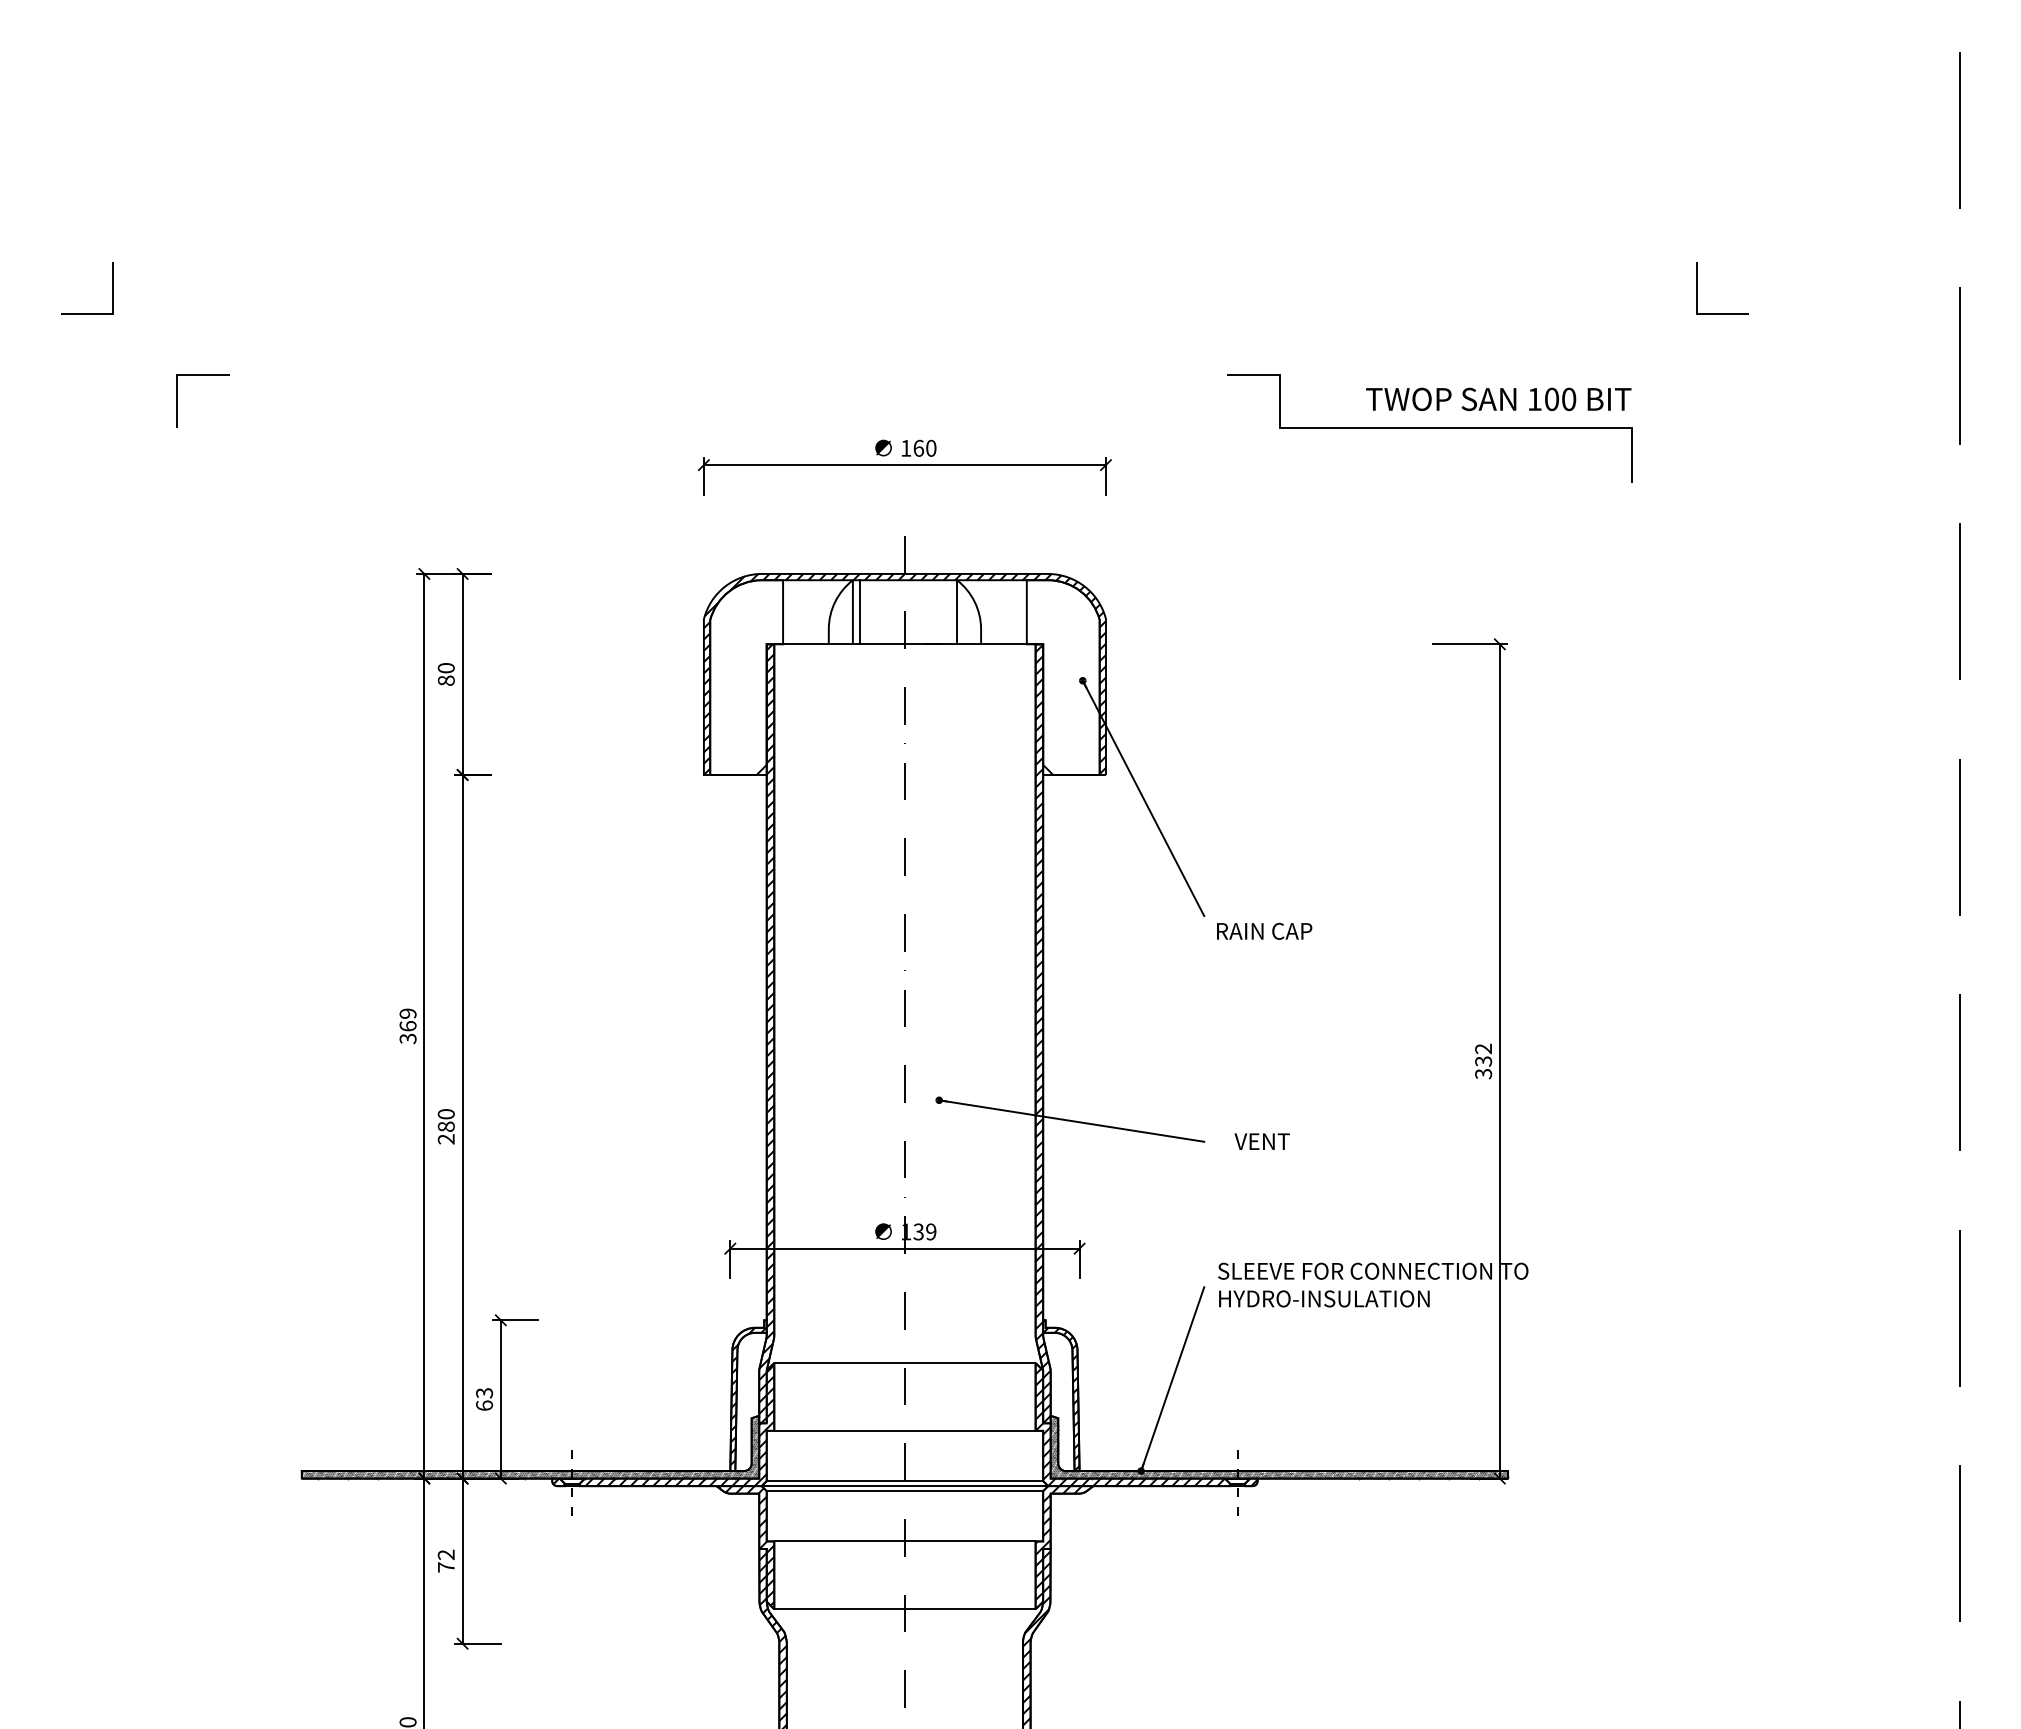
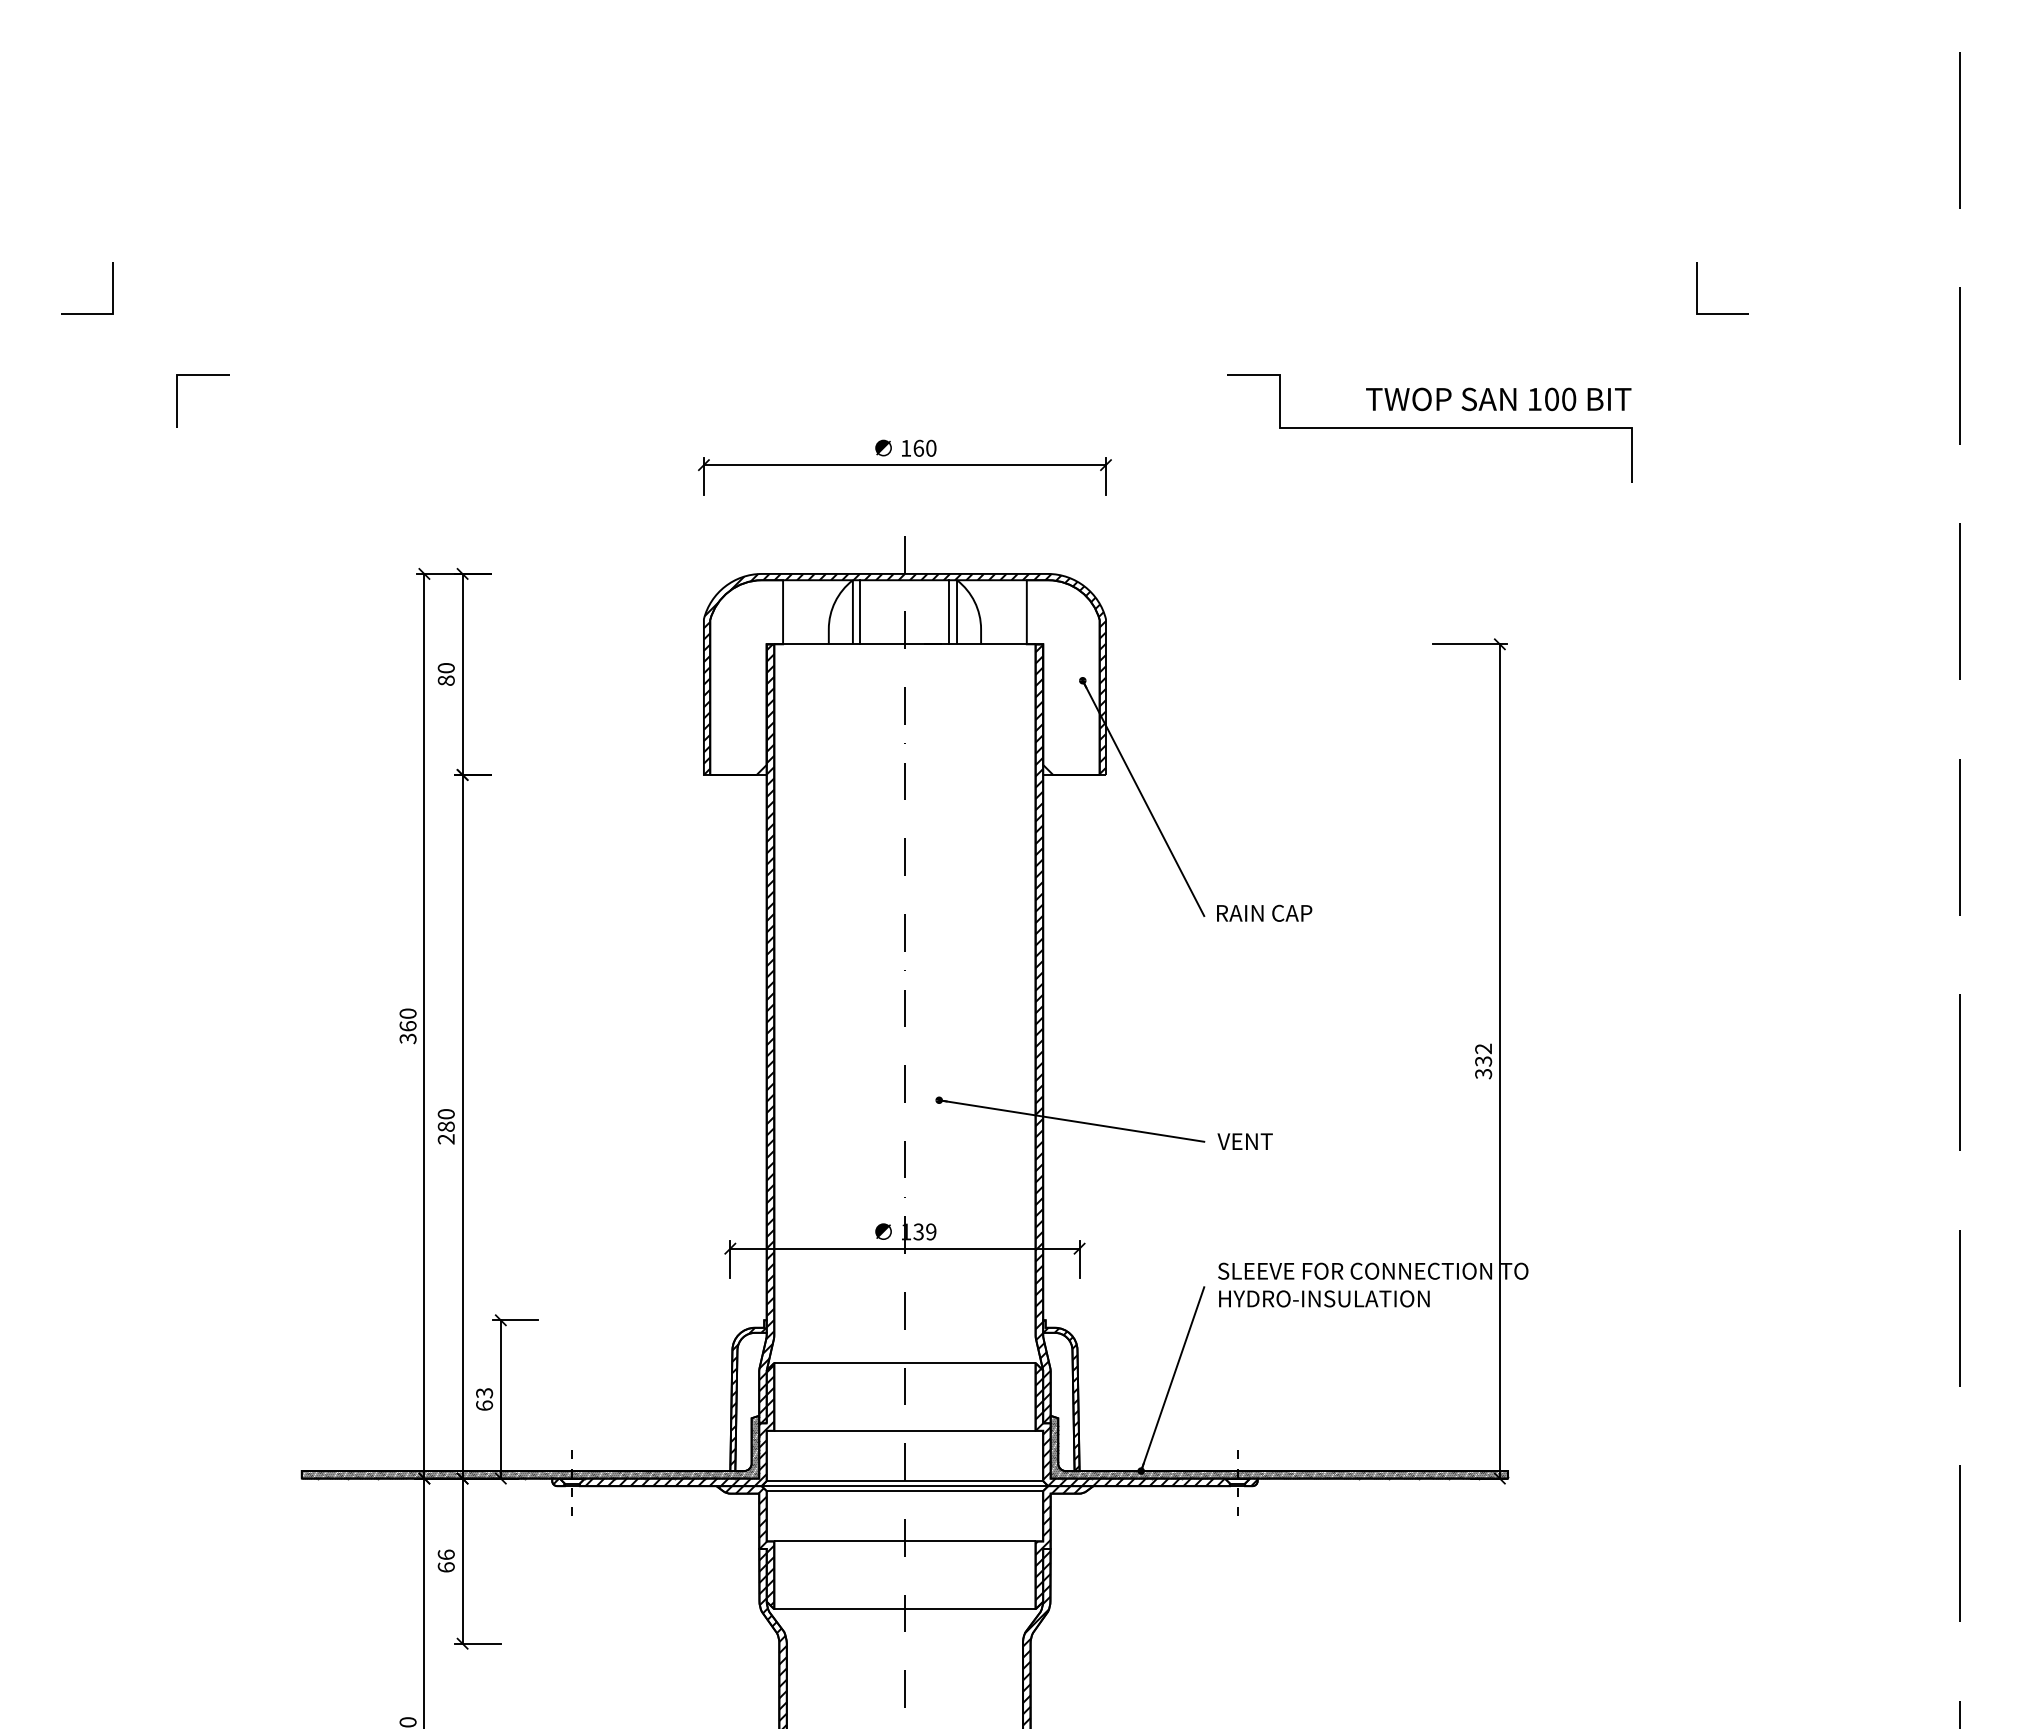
line at (949, 612): none -> present
text at (1264, 930) position: (1264, 930) -> (1264, 912)
text at (407, 1013): 369 -> 360
text at (1261, 1141) position: (1261, 1141) -> (1244, 1141)
text at (445, 1560): 72 -> 66
